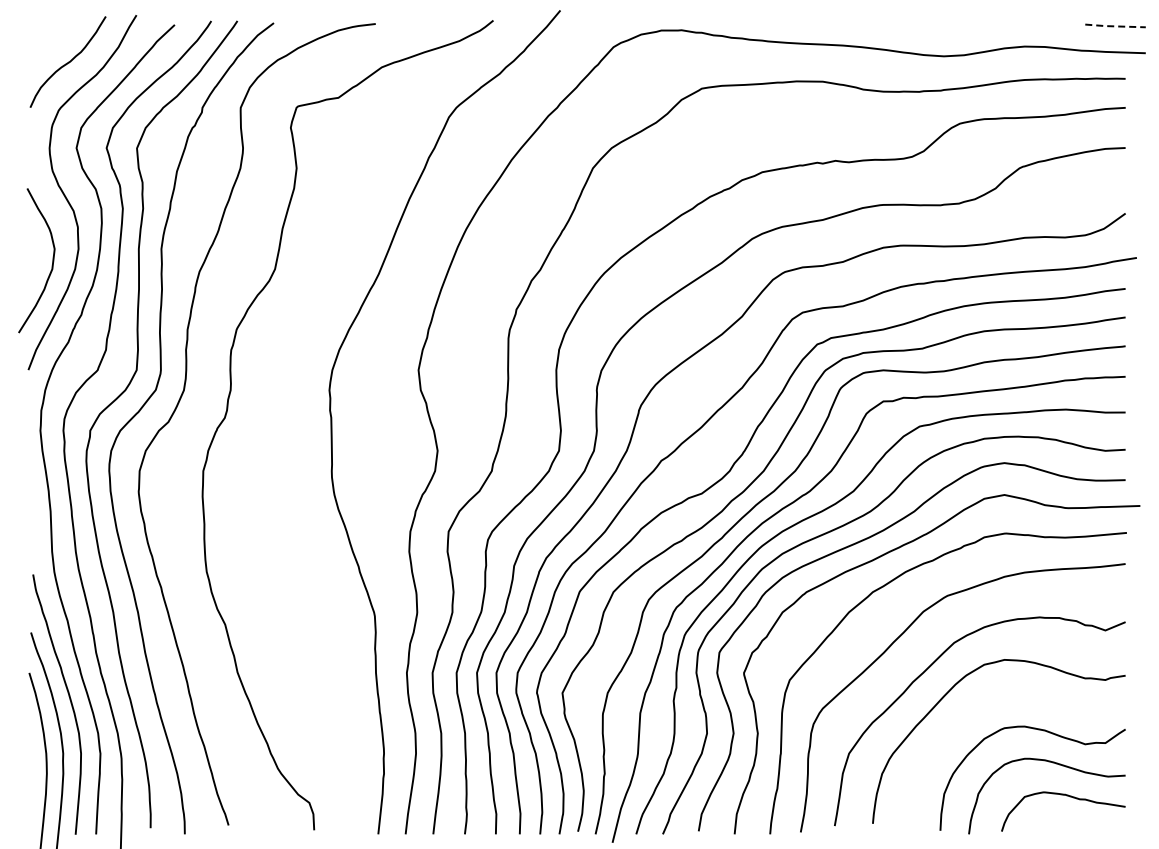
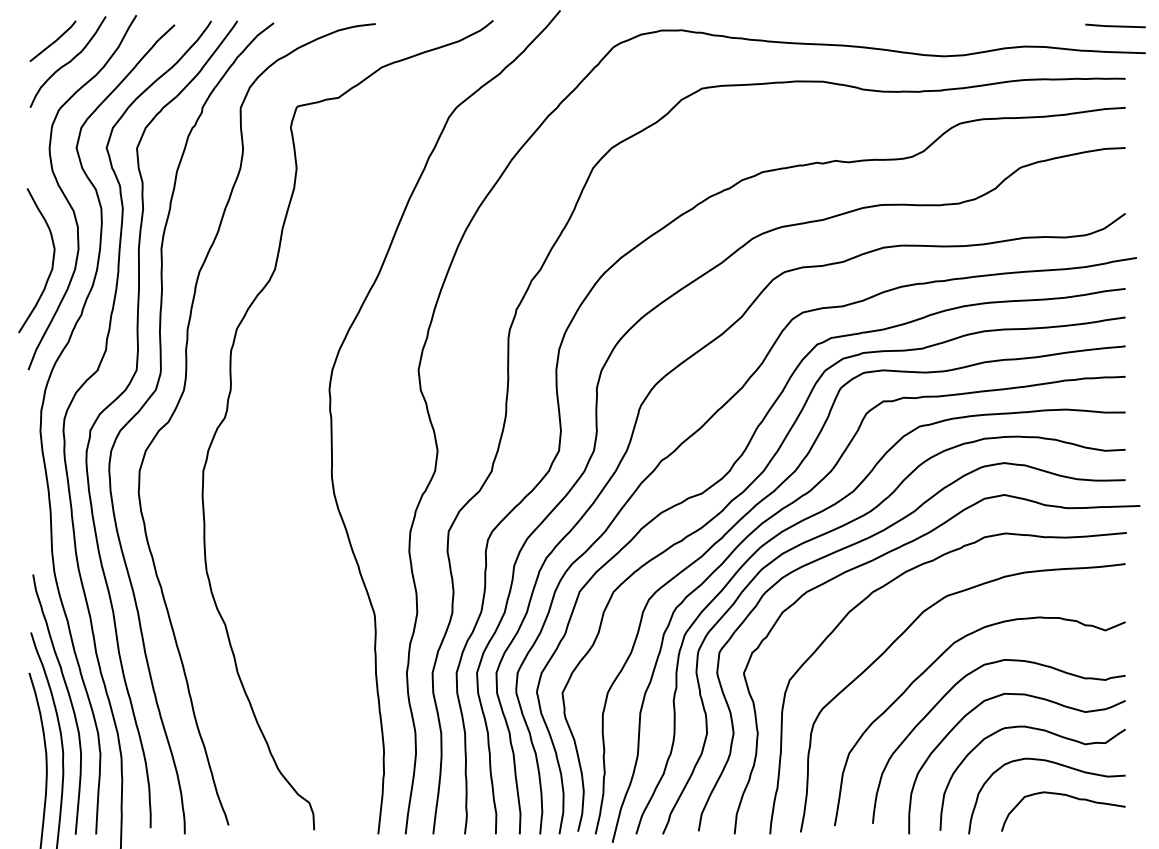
line at (1115, 26): dashed -> solid
line at (53, 41): none -> present
curve at (1027, 696): none -> present
